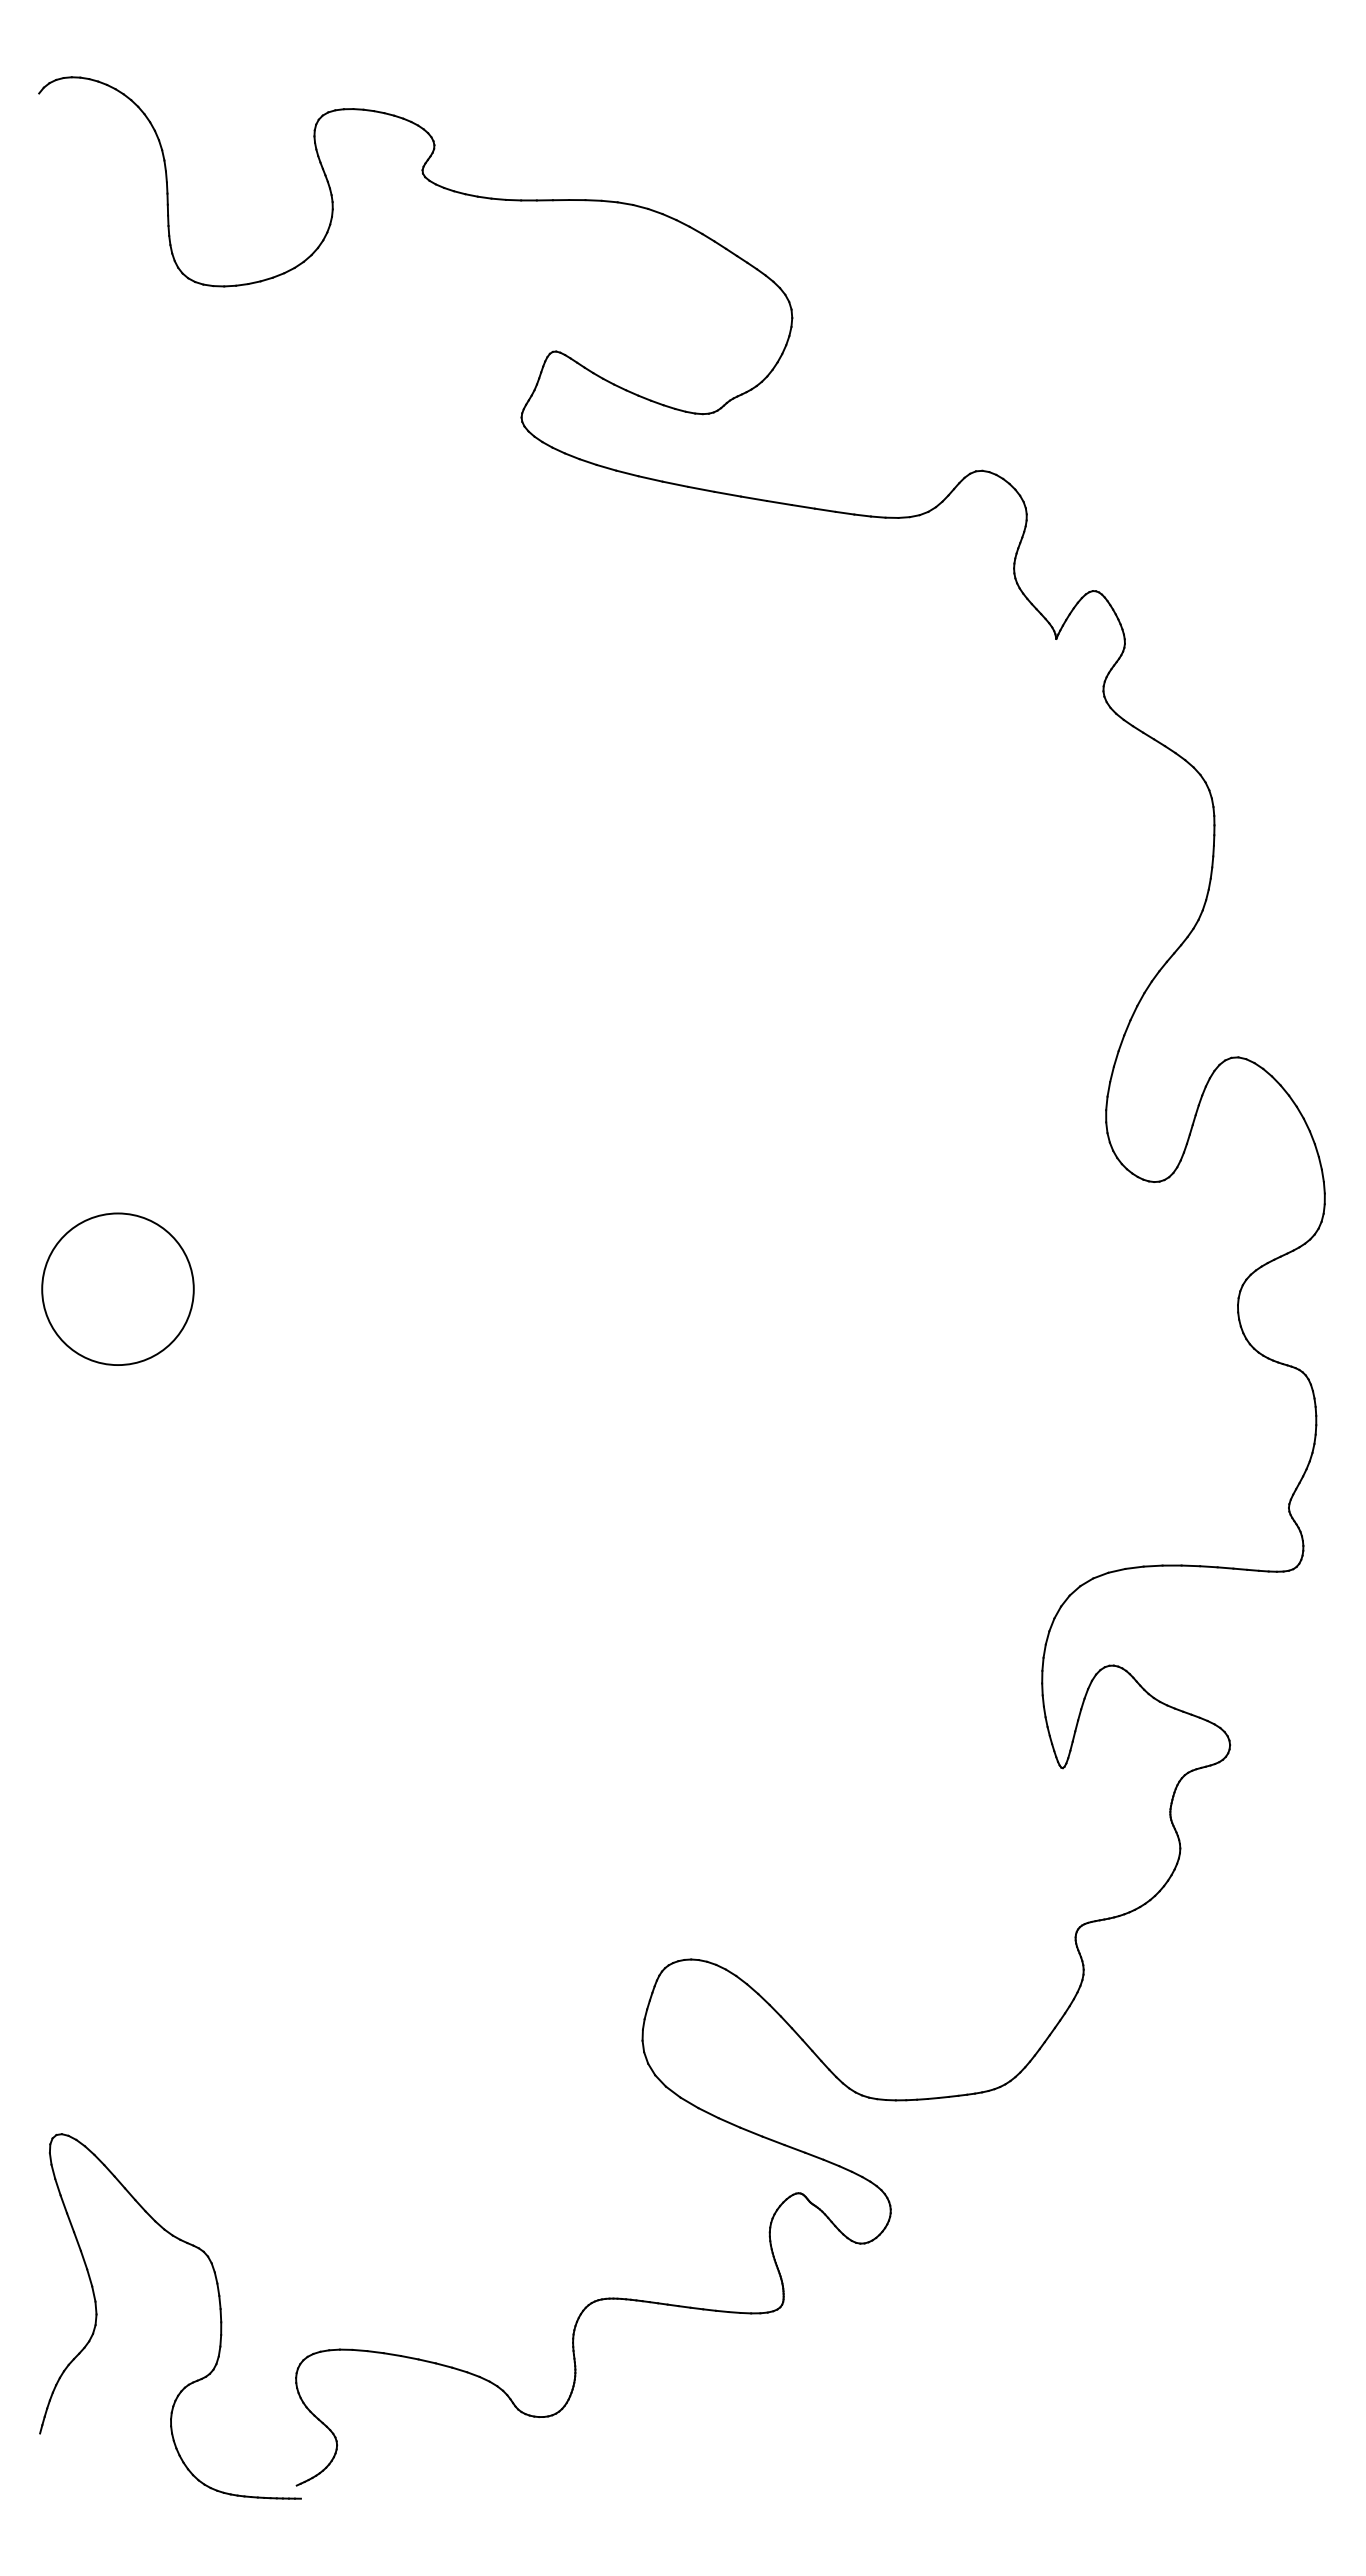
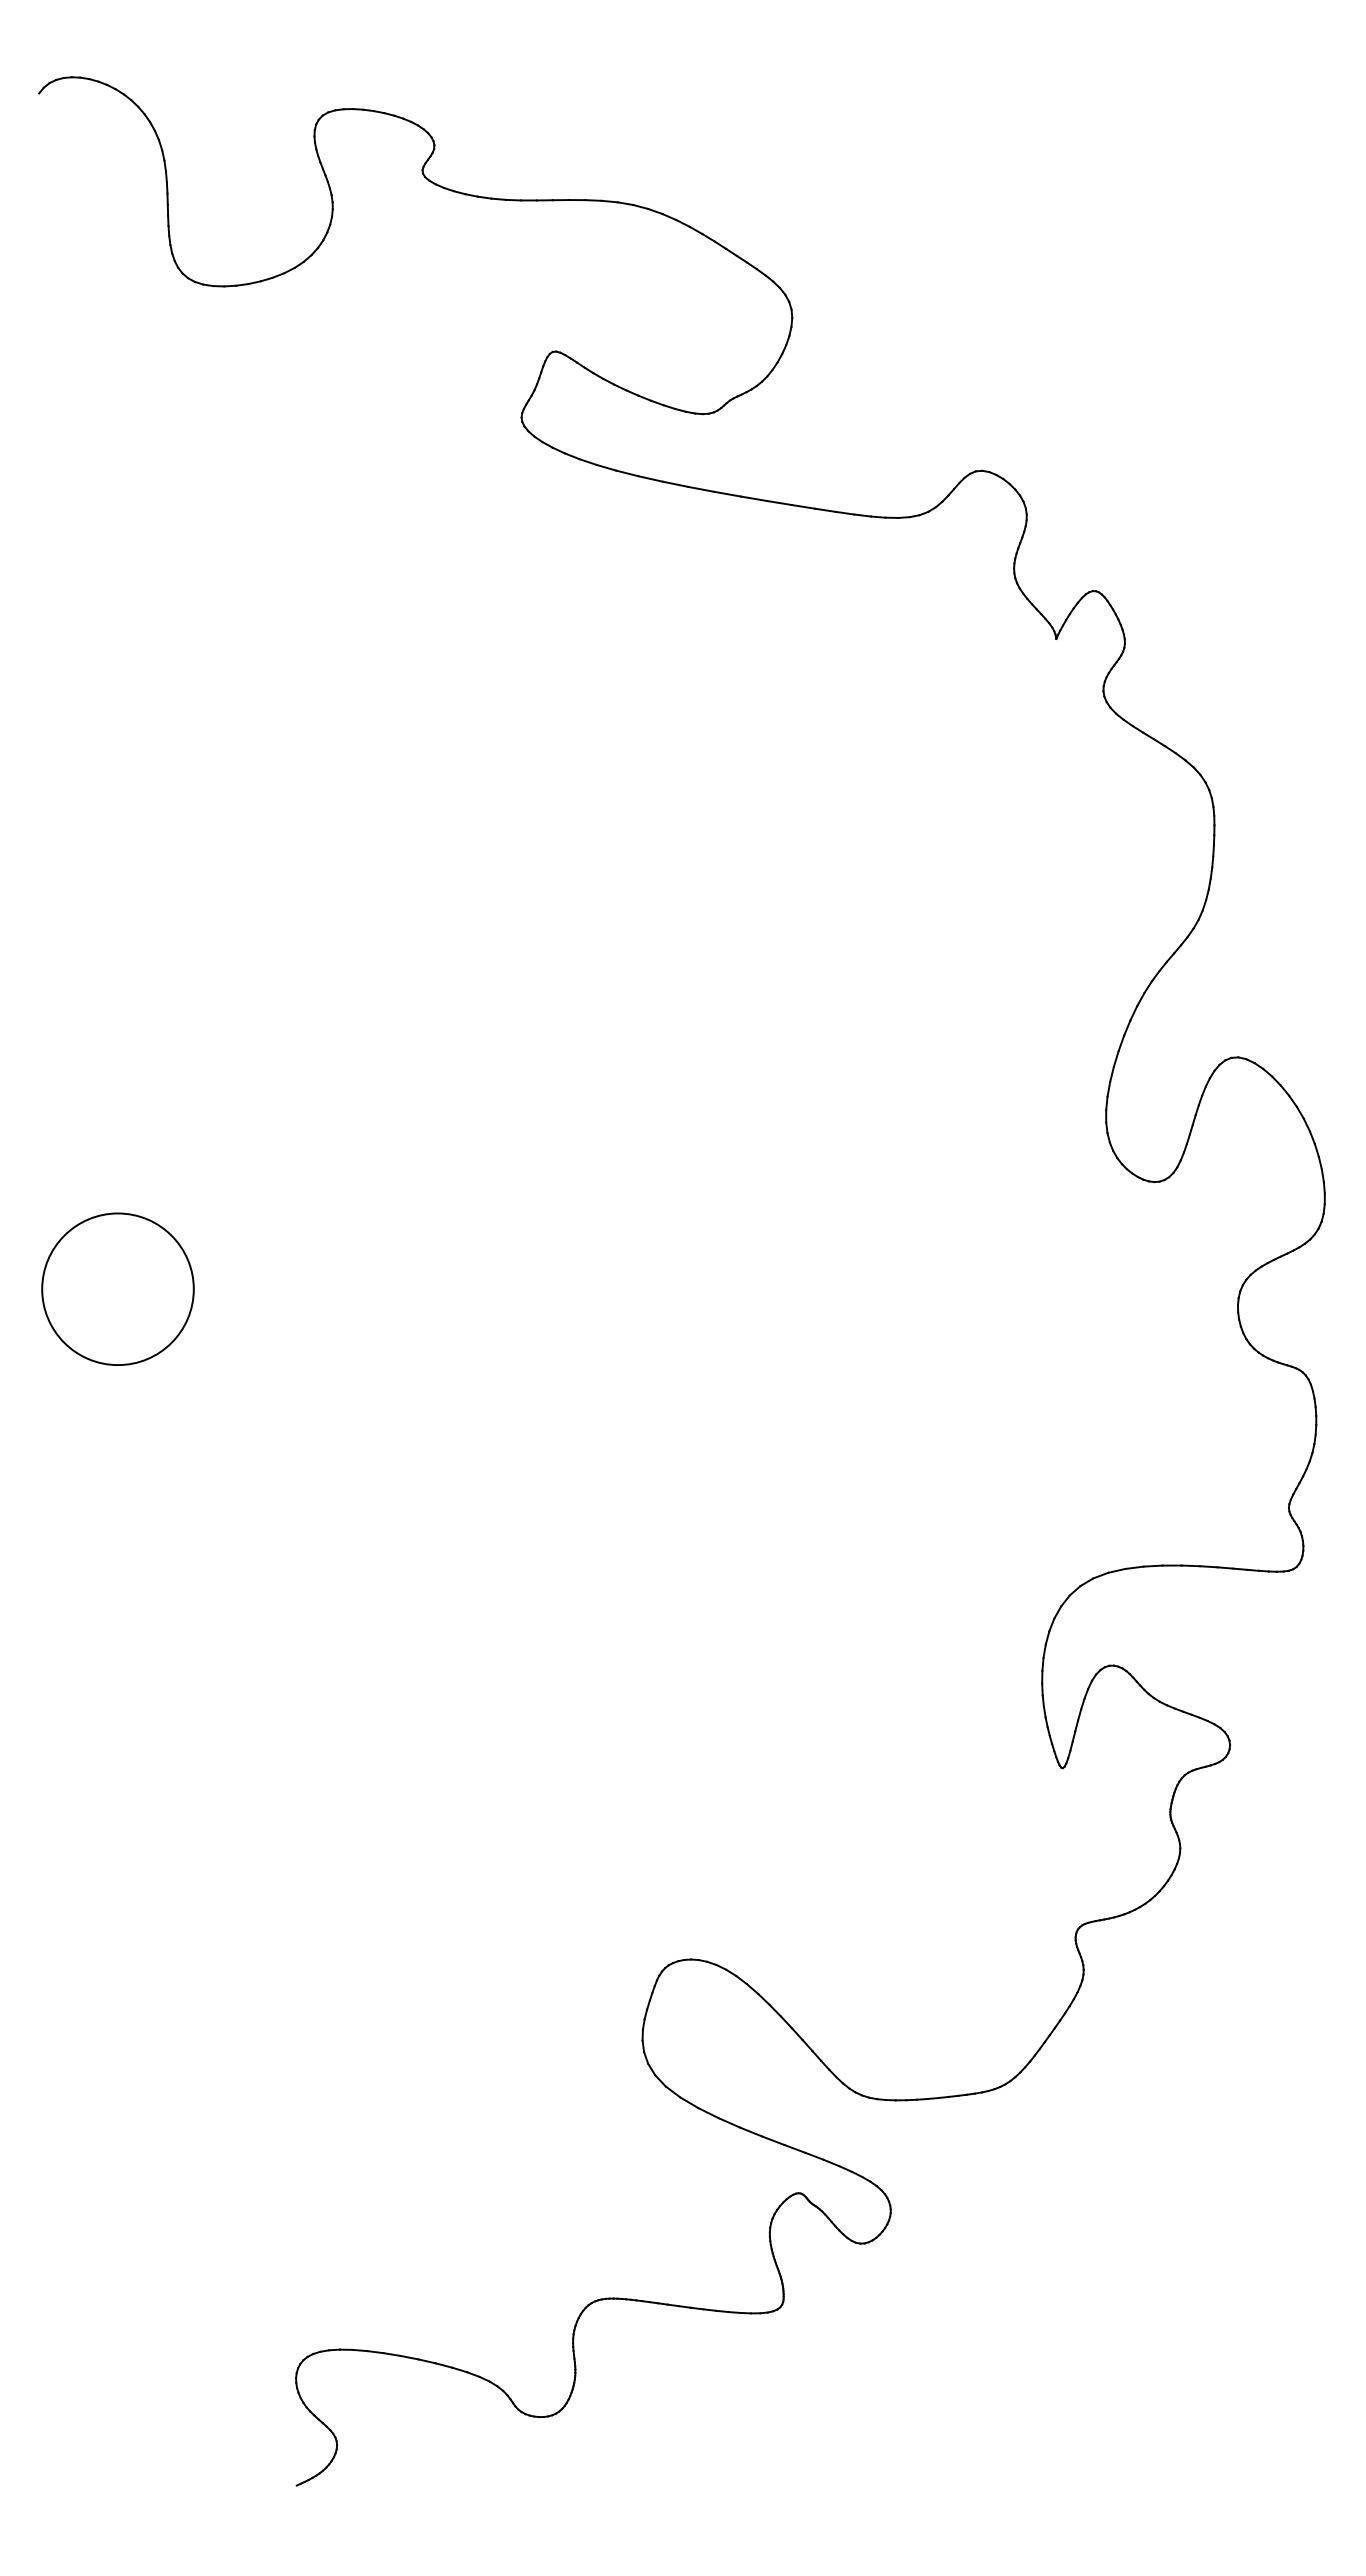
part at (219, 2313): present -> none
